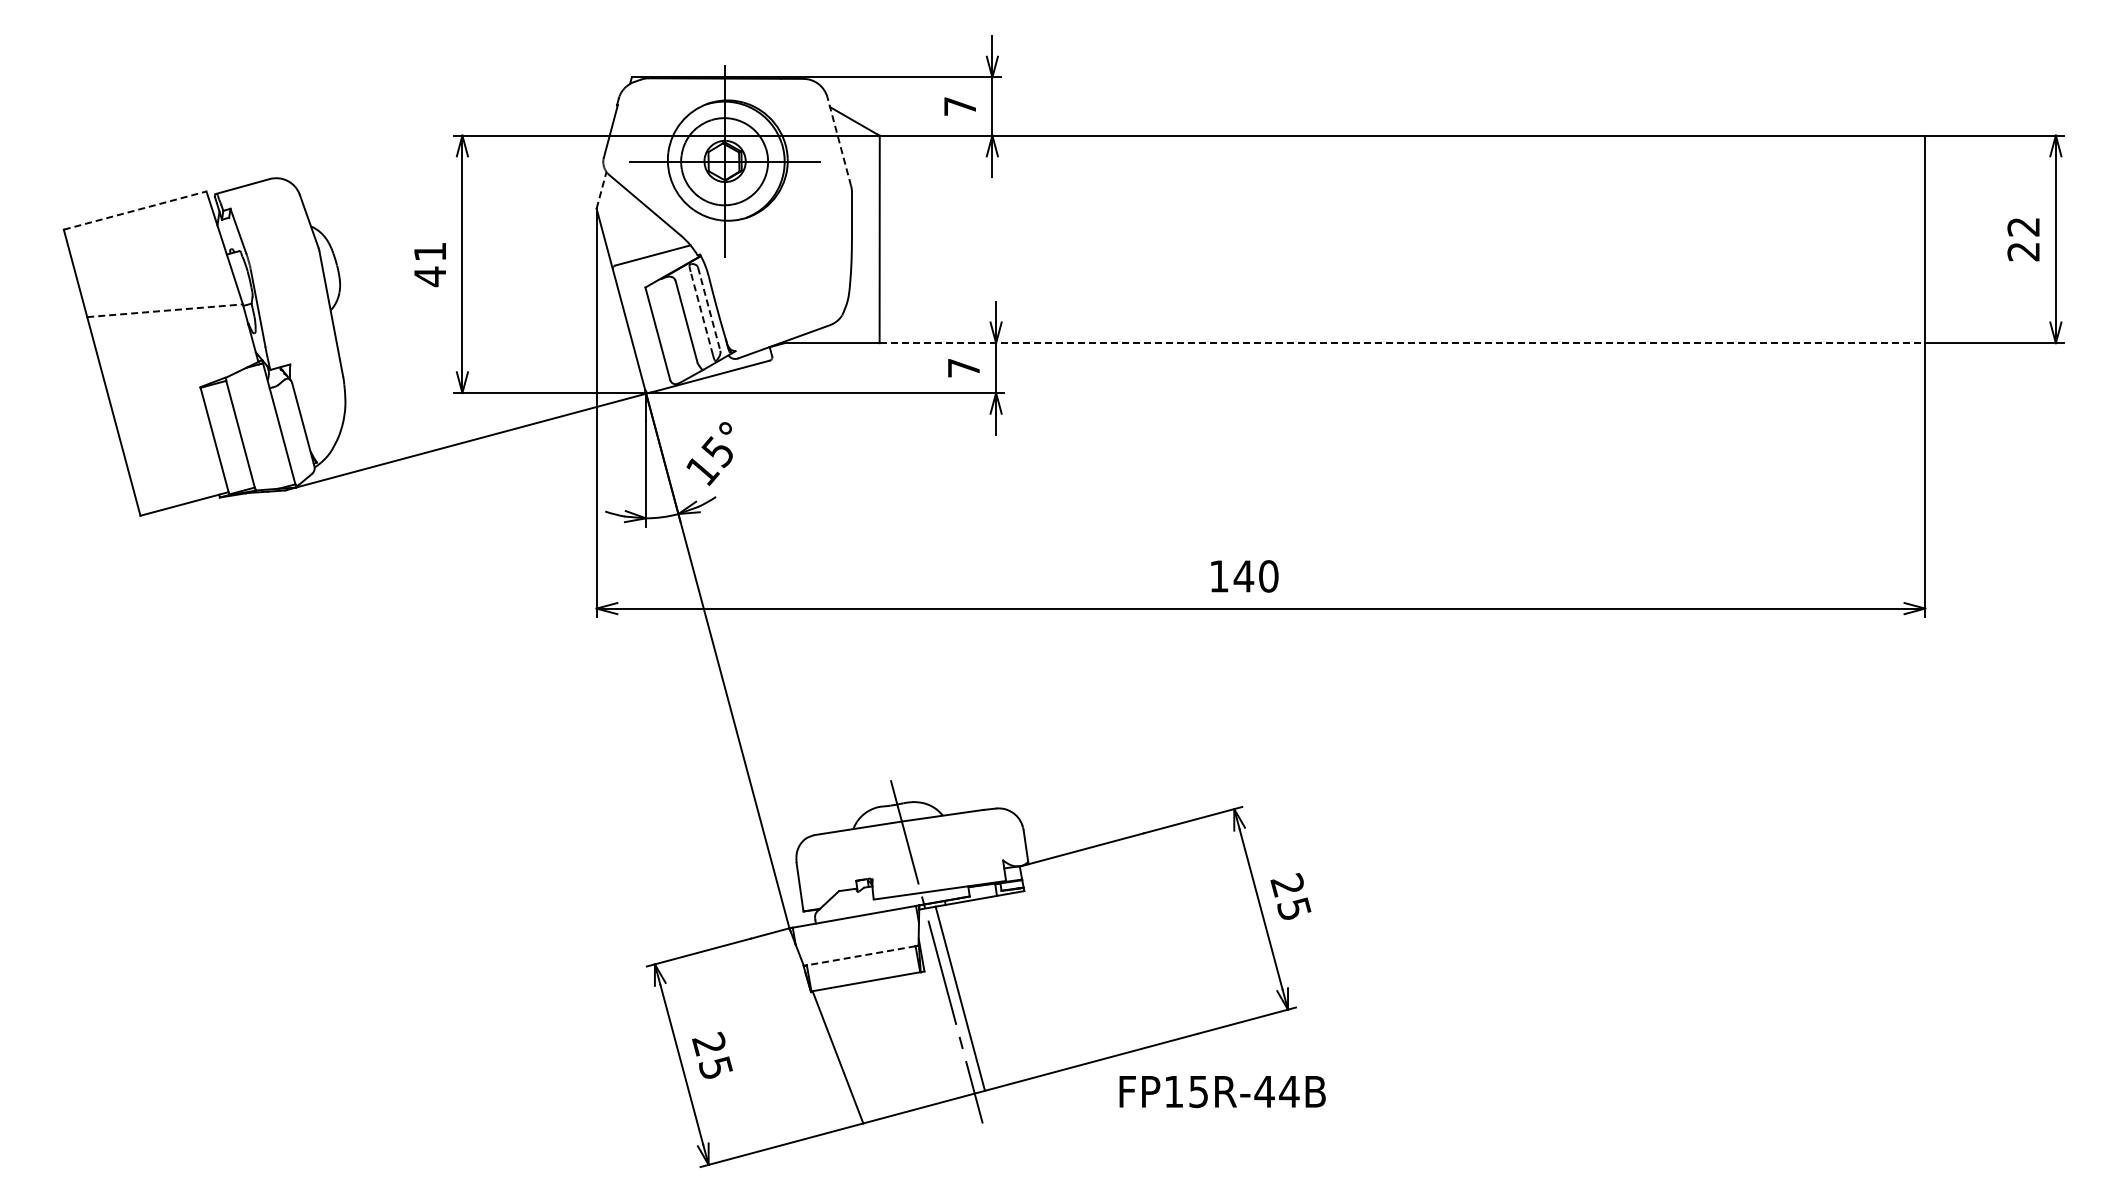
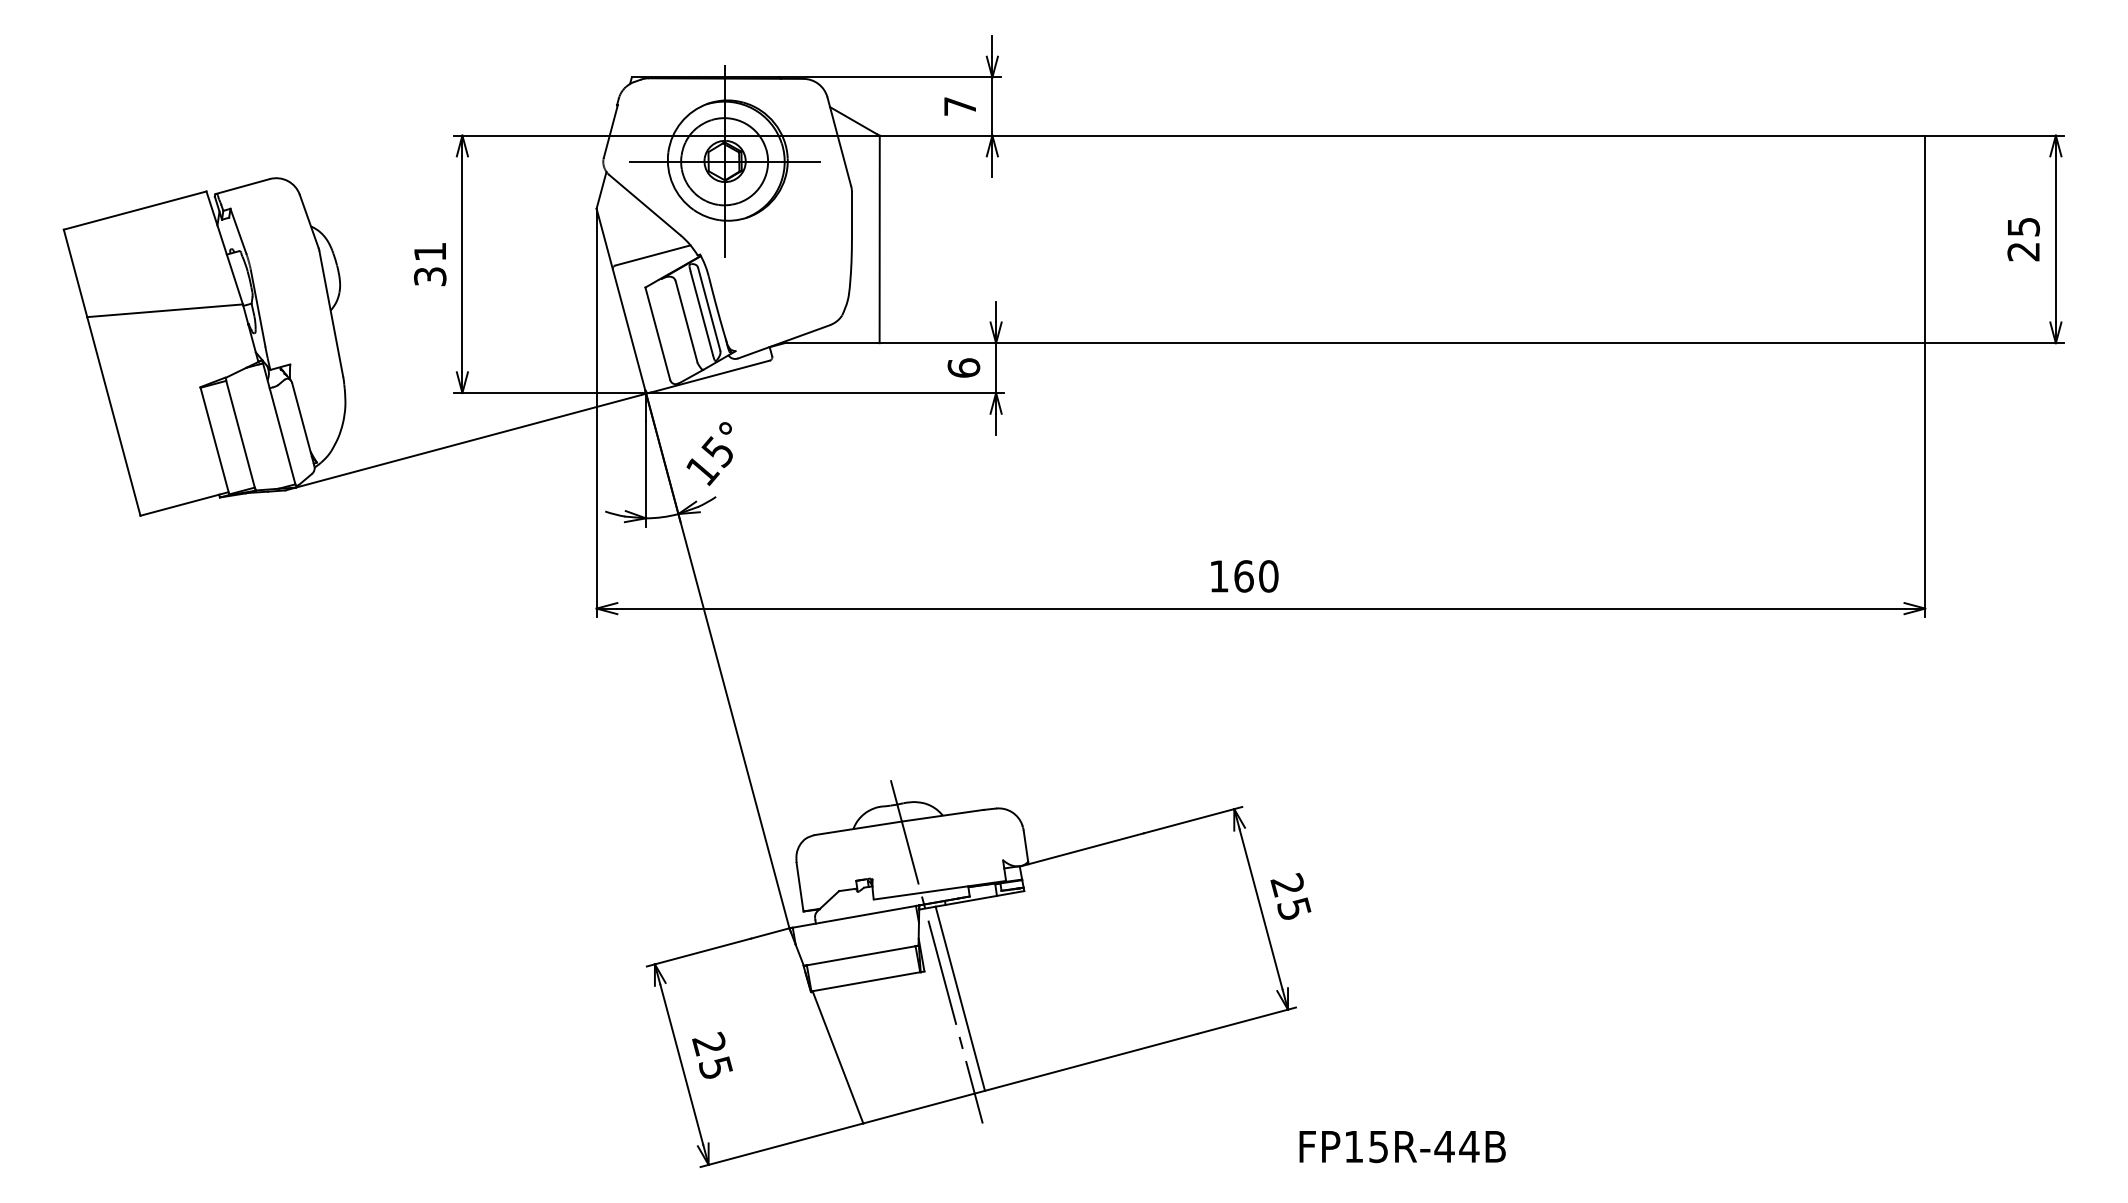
line at (839, 141): dashed -> solid
line at (601, 189): dashed -> solid
line at (135, 210): dashed -> solid
text at (2023, 227): 22 -> 25
text at (430, 276): 41 -> 31
line at (709, 309): dashed -> solid
line at (165, 310): dashed -> solid
line at (701, 313): dashed -> solid
line at (1402, 343): dashed -> solid
text at (963, 367): 7 -> 6
text at (1243, 576): 140 -> 160
line at (860, 955): dashed -> solid
text at (1222, 1092) position: (1222, 1092) -> (1402, 1147)
